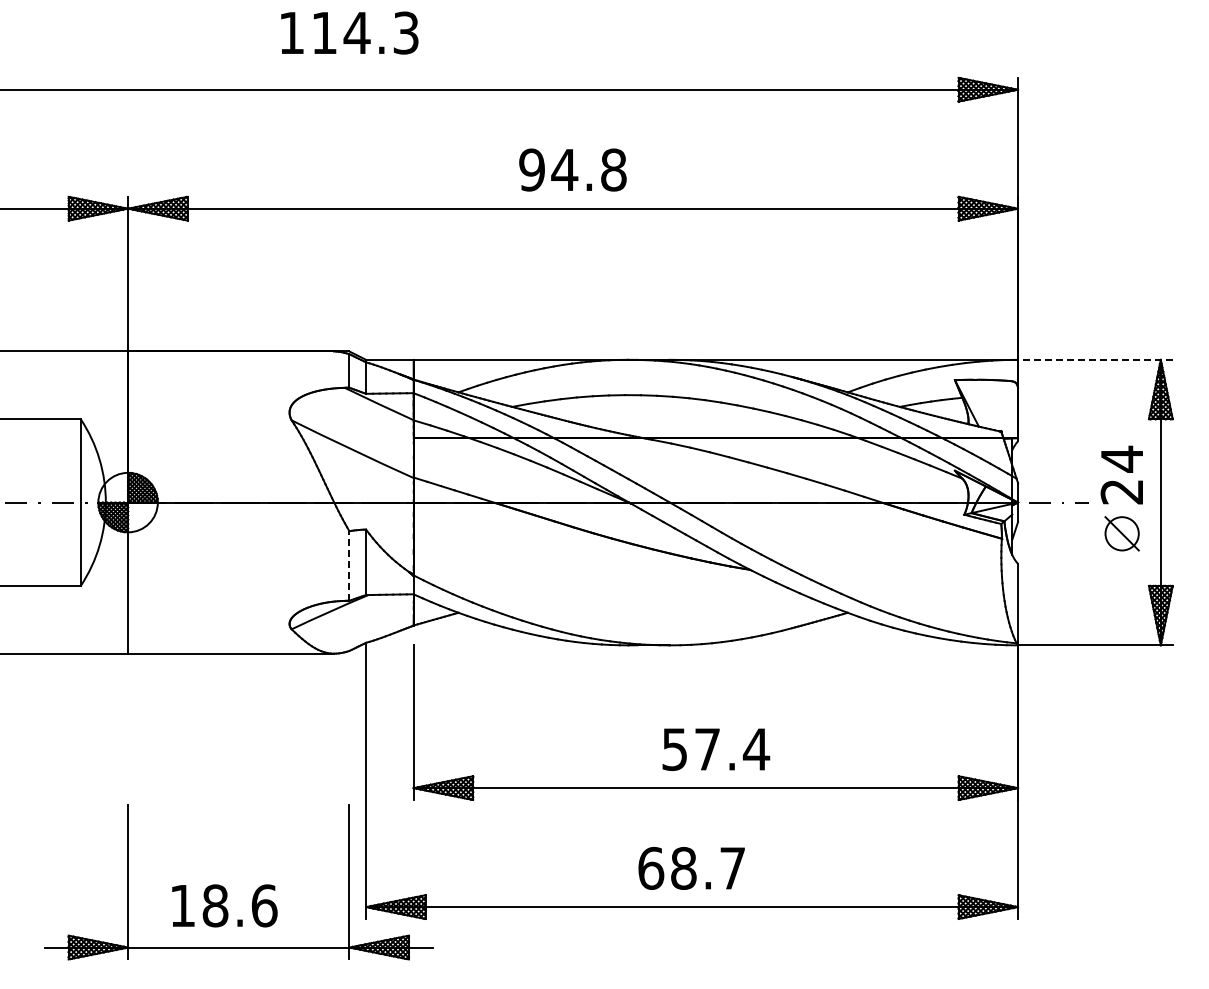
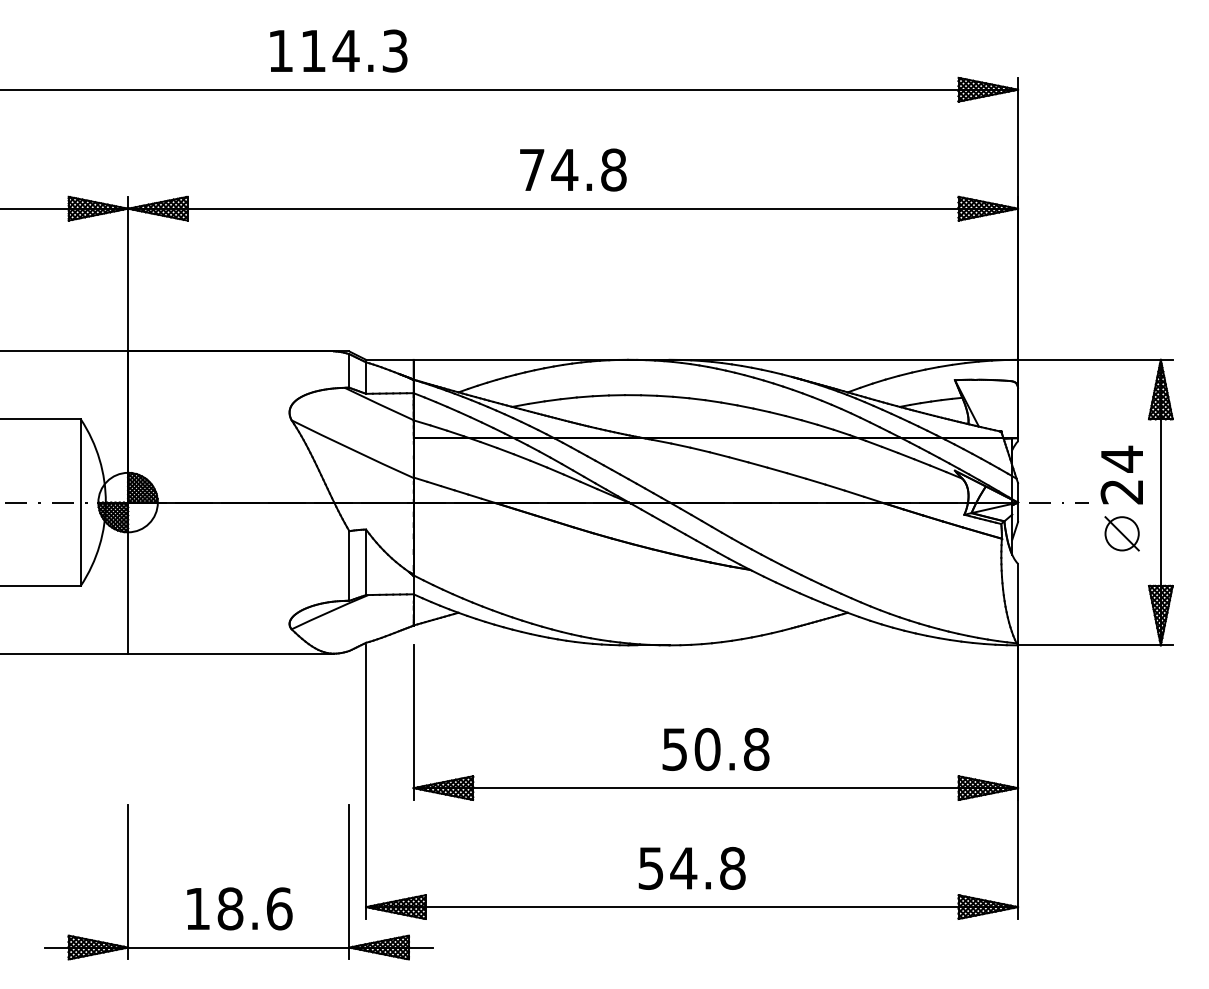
text at (349, 32) position: (349, 32) -> (338, 50)
text at (531, 169): 94.8 -> 74.8
line at (1094, 359): dashed -> solid
line at (349, 566): dashed -> solid
text at (732, 749): 57.4 -> 50.8
text at (691, 867): 68.7 -> 54.8
text at (224, 905) position: (224, 905) -> (239, 908)
